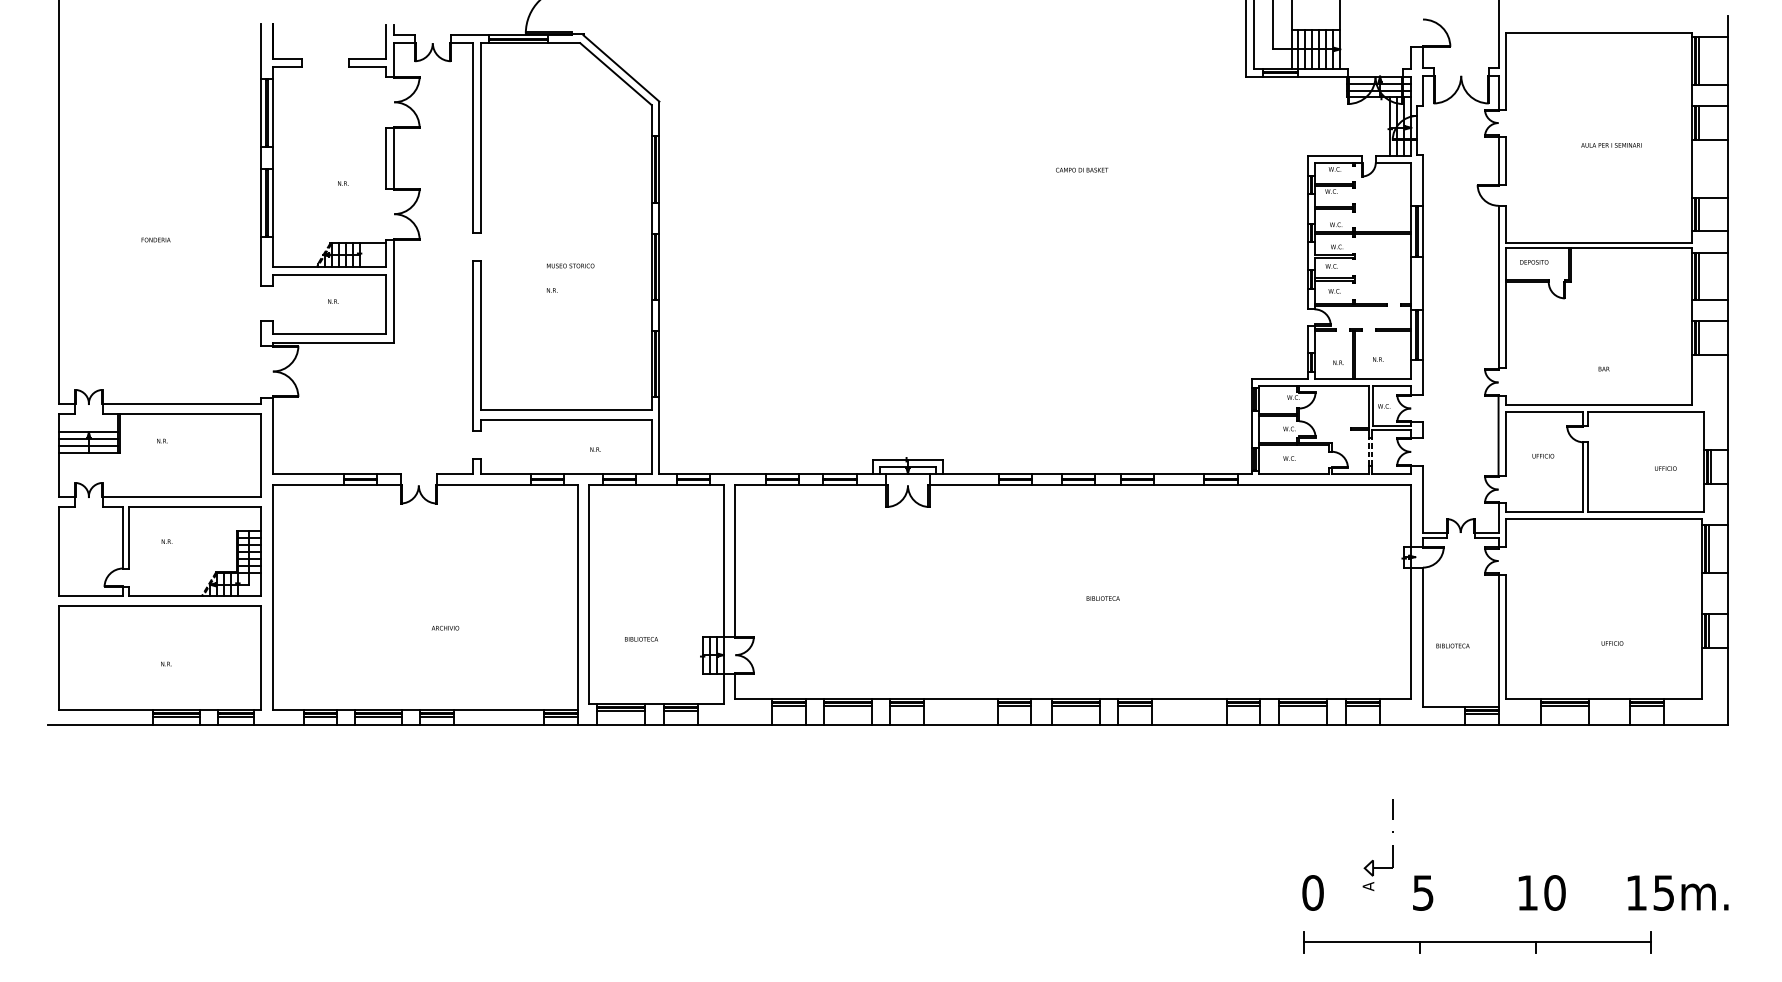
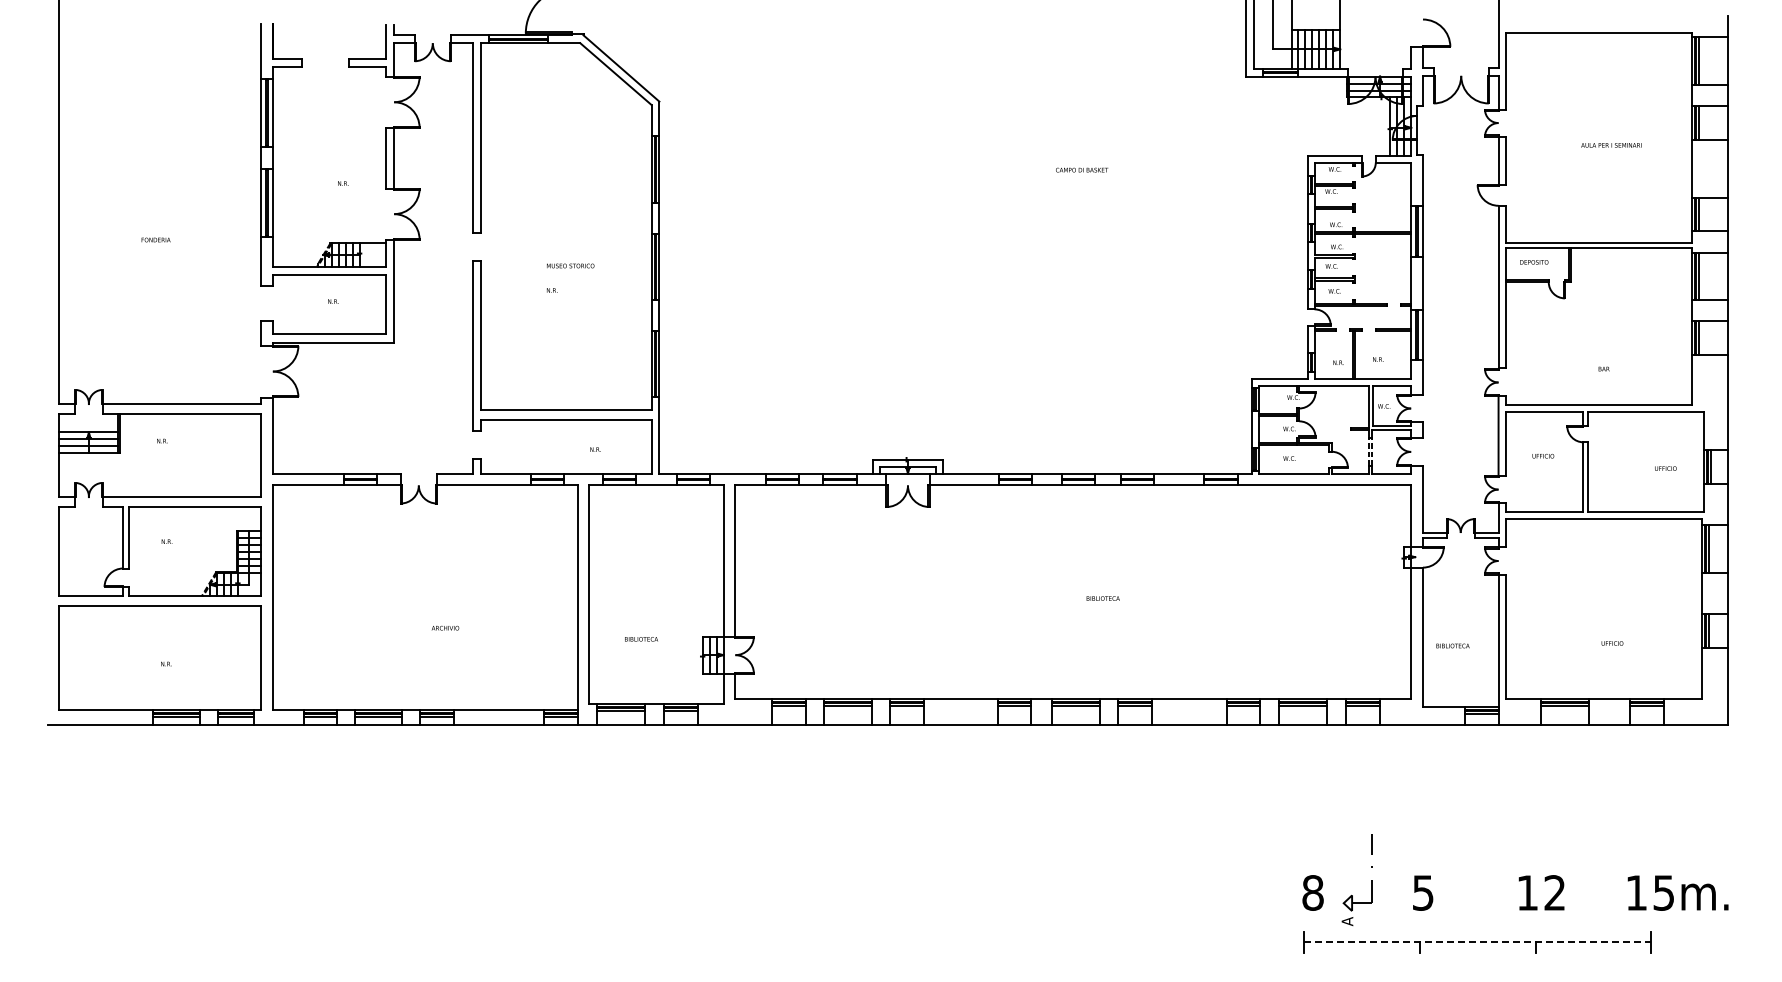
part at (1392, 845) position: (1392, 845) -> (1371, 880)
text at (1312, 892): 0 -> 8
text at (1554, 892): 10 -> 12
line at (1477, 942): solid -> dashed
